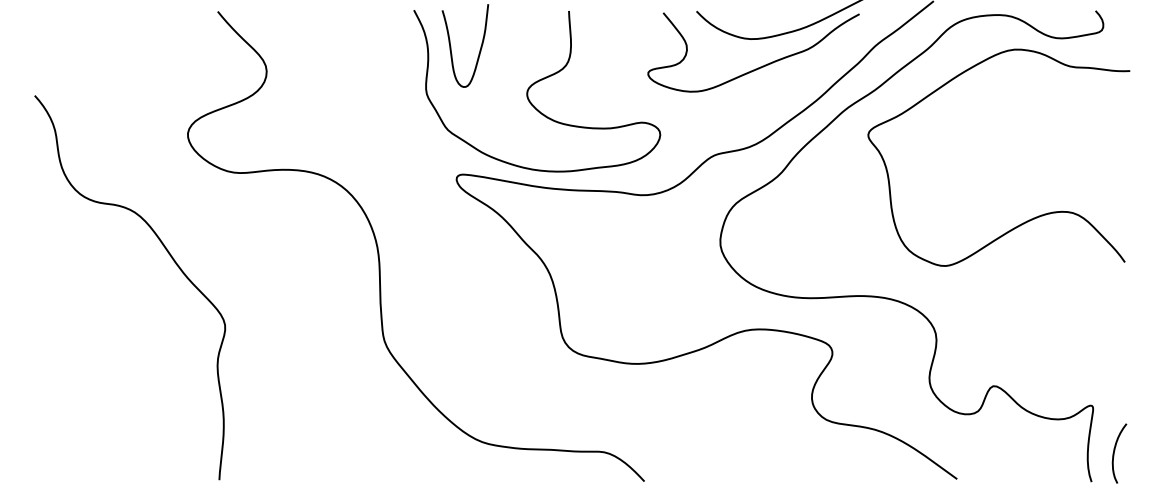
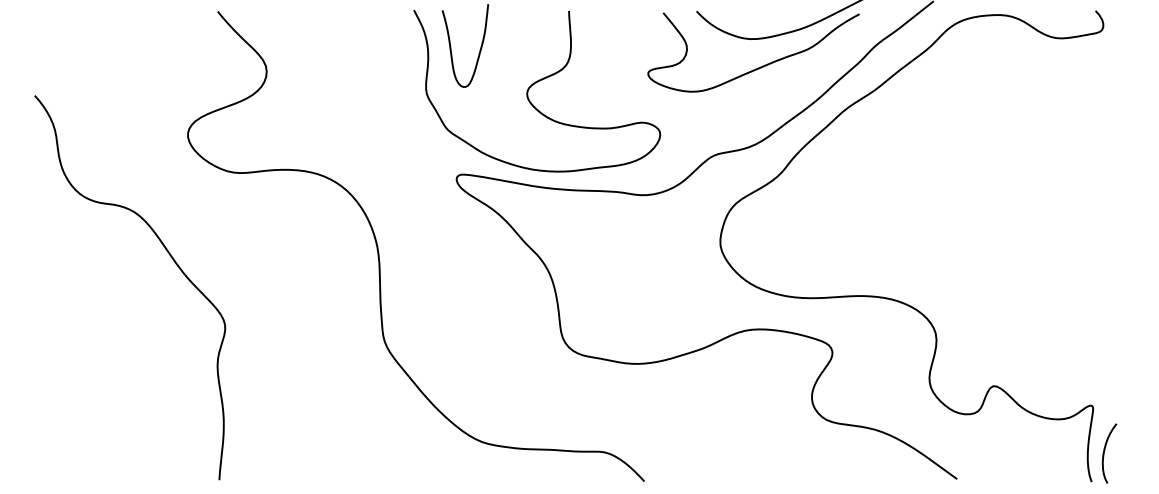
curve at (1029, 219): present -> none
curve at (1115, 450) position: (1115, 450) -> (1105, 450)
